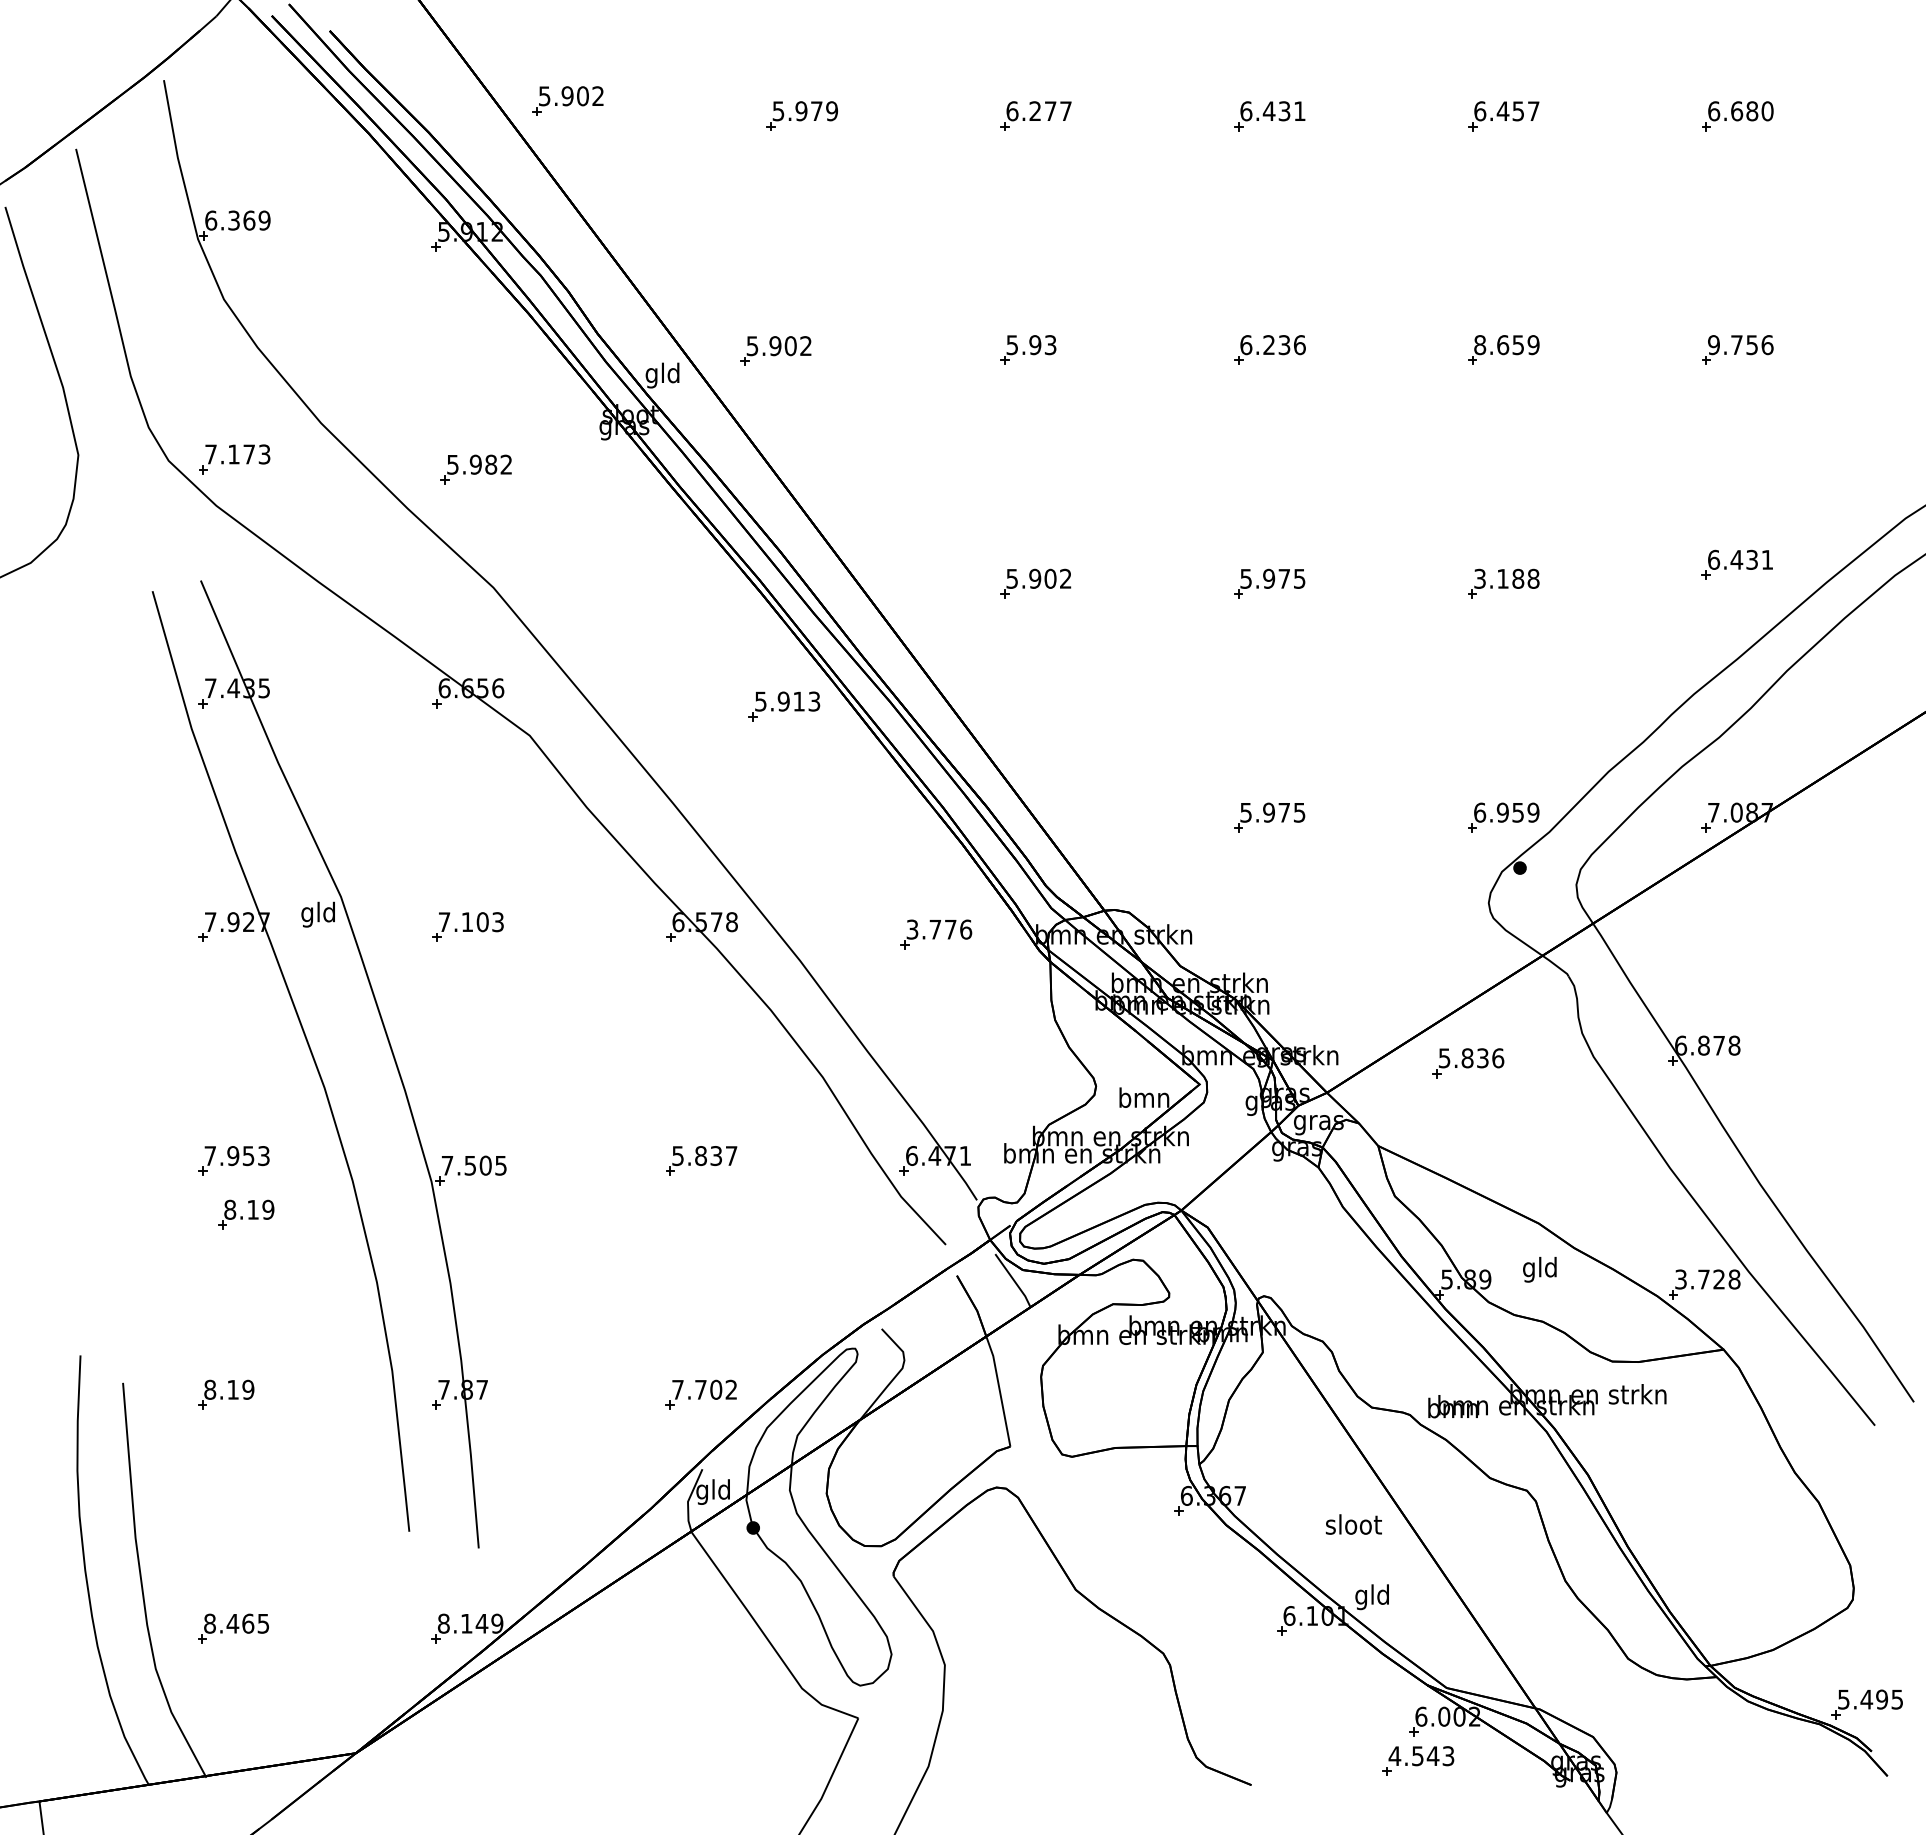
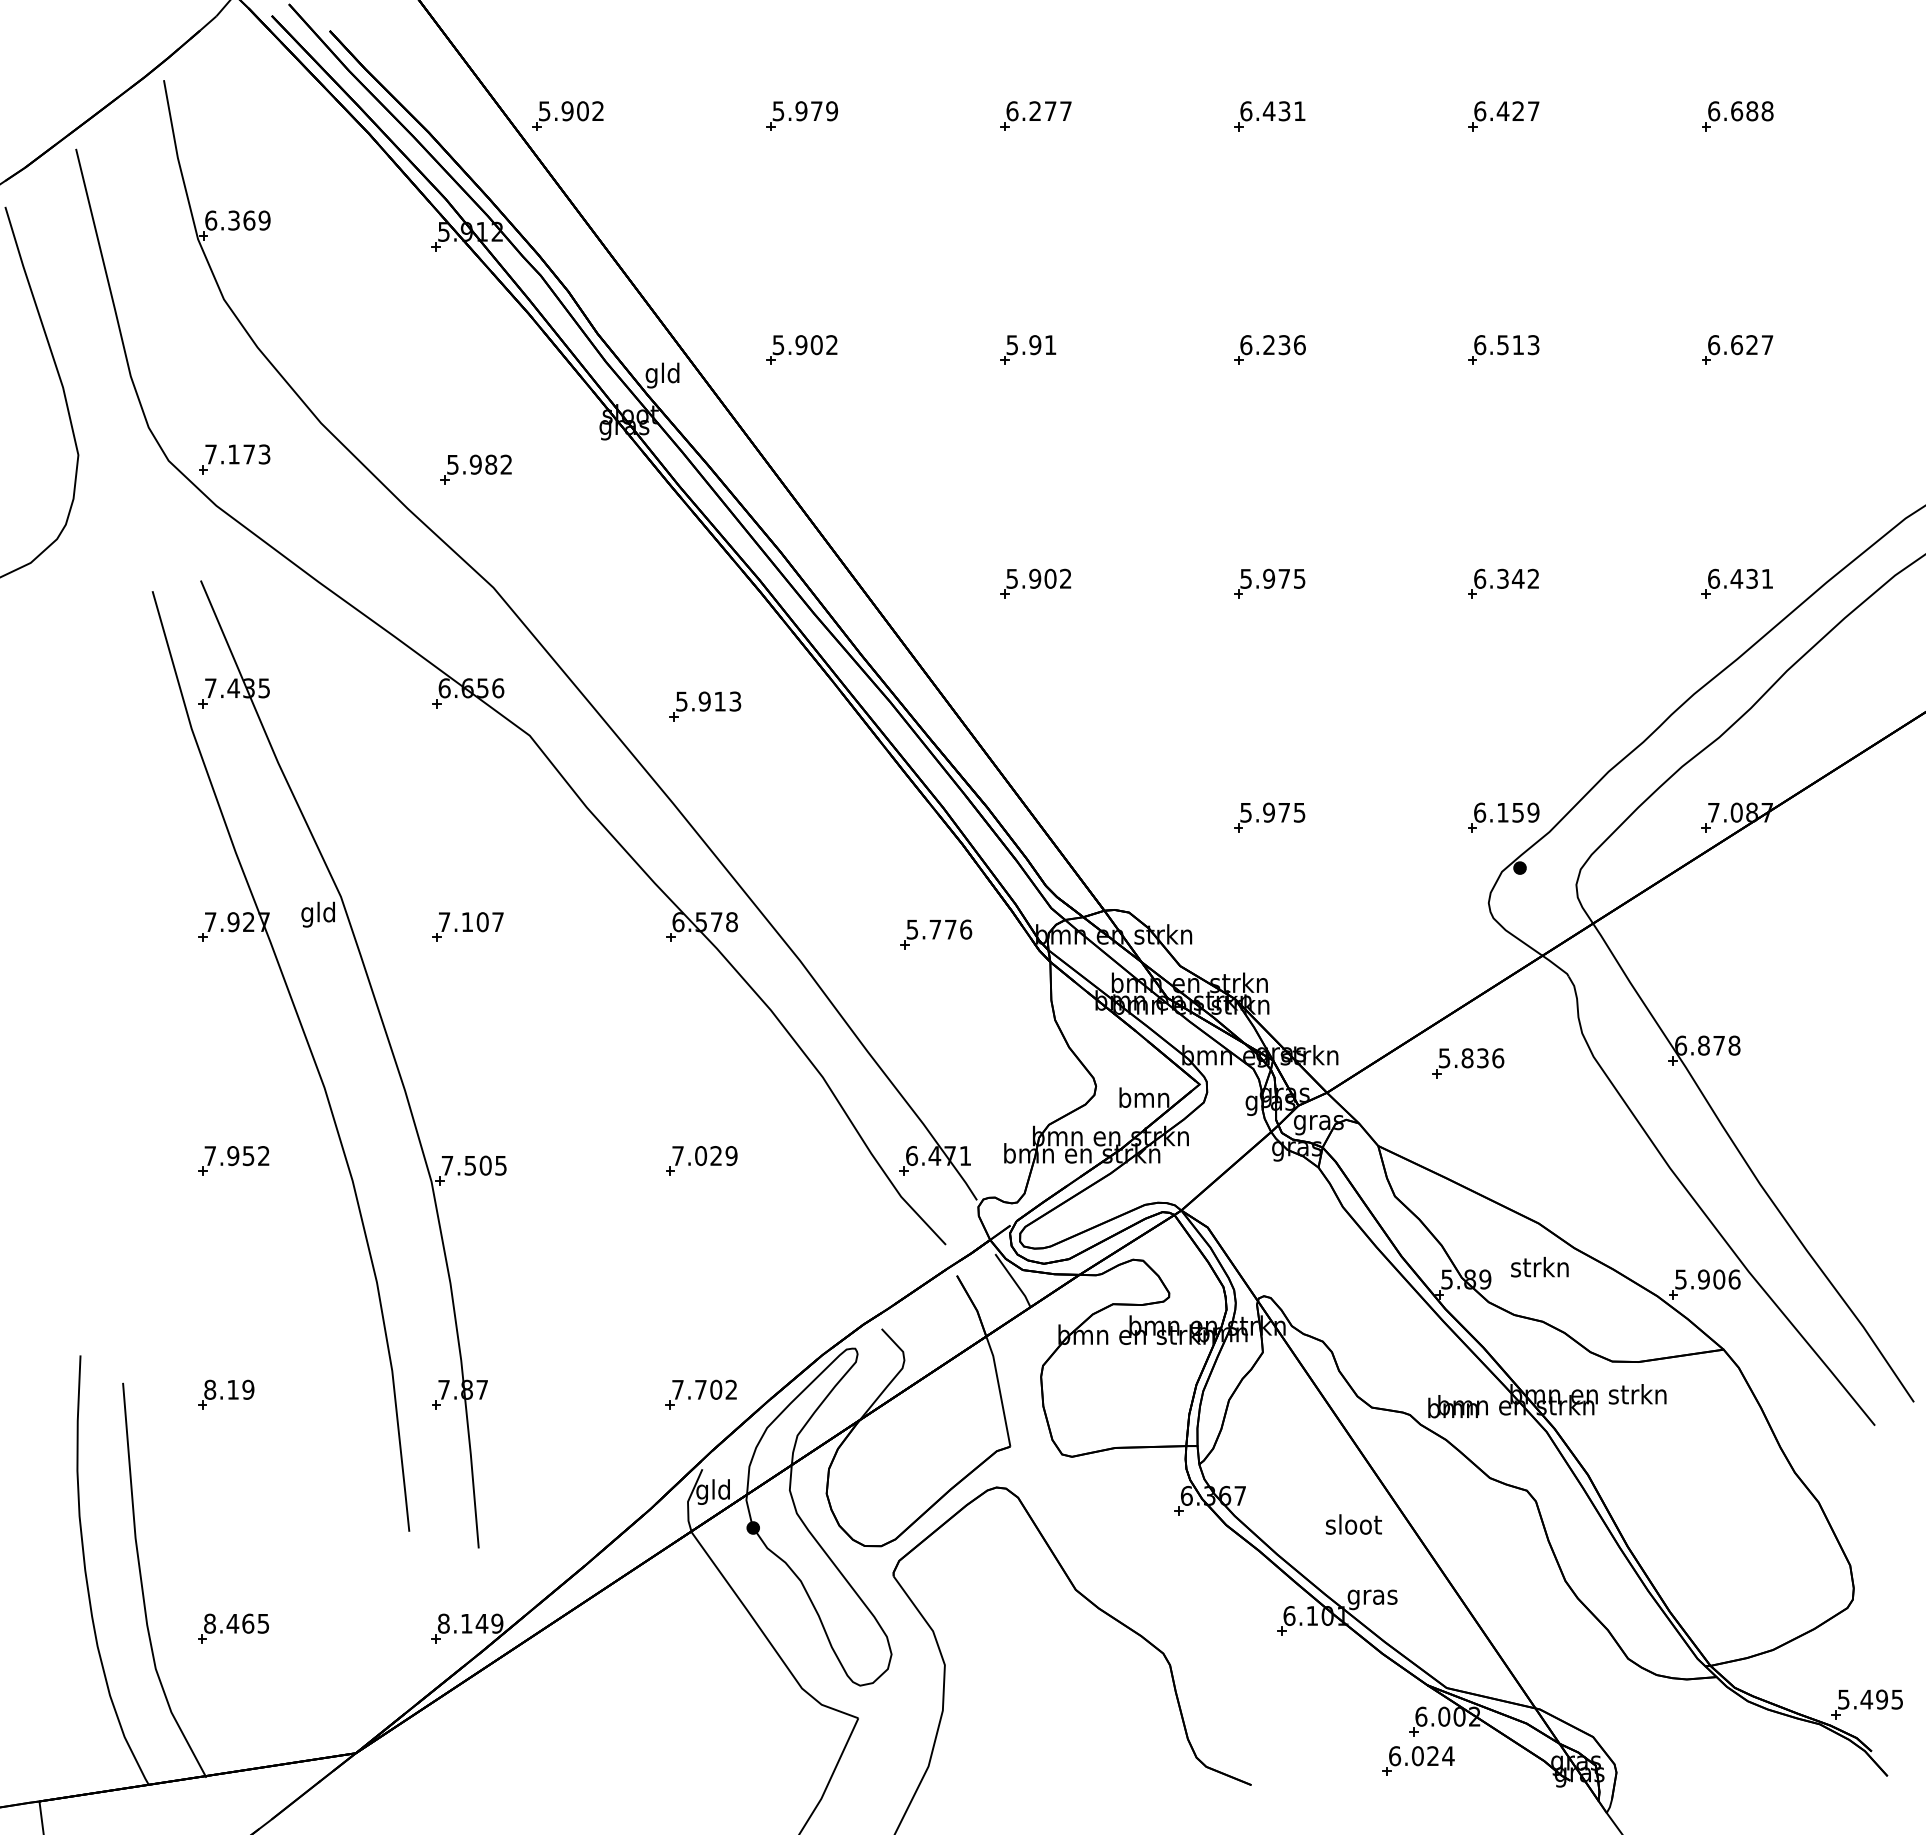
part at (567, 100) position: (567, 100) -> (567, 115)
text at (1517, 111): 6.457 -> 6.427
text at (1767, 111): 6.680 -> 6.688
text at (1050, 345): 5.93 -> 5.91
text at (1506, 345): 8.659 -> 6.513
text at (1740, 345): 9.756 -> 6.627
part at (775, 350) position: (775, 350) -> (801, 349)
part at (1736, 564) position: (1736, 564) -> (1736, 583)
text at (1506, 578): 3.188 -> 6.342
part at (784, 706) position: (784, 706) -> (705, 706)
text at (1502, 812): 6.959 -> 6.159
text at (497, 922): 7.103 -> 7.107
text at (912, 928): 3.776 -> 5.776
text at (263, 1156): 7.953 -> 7.952
text at (704, 1156): 5.837 -> 7.029
part at (246, 1214): present -> none
text at (1539, 1269): gld -> strkn
text at (1707, 1279): 3.728 -> 5.906
text at (1372, 1597): gld -> gras
text at (1421, 1756): 4.543 -> 6.024
